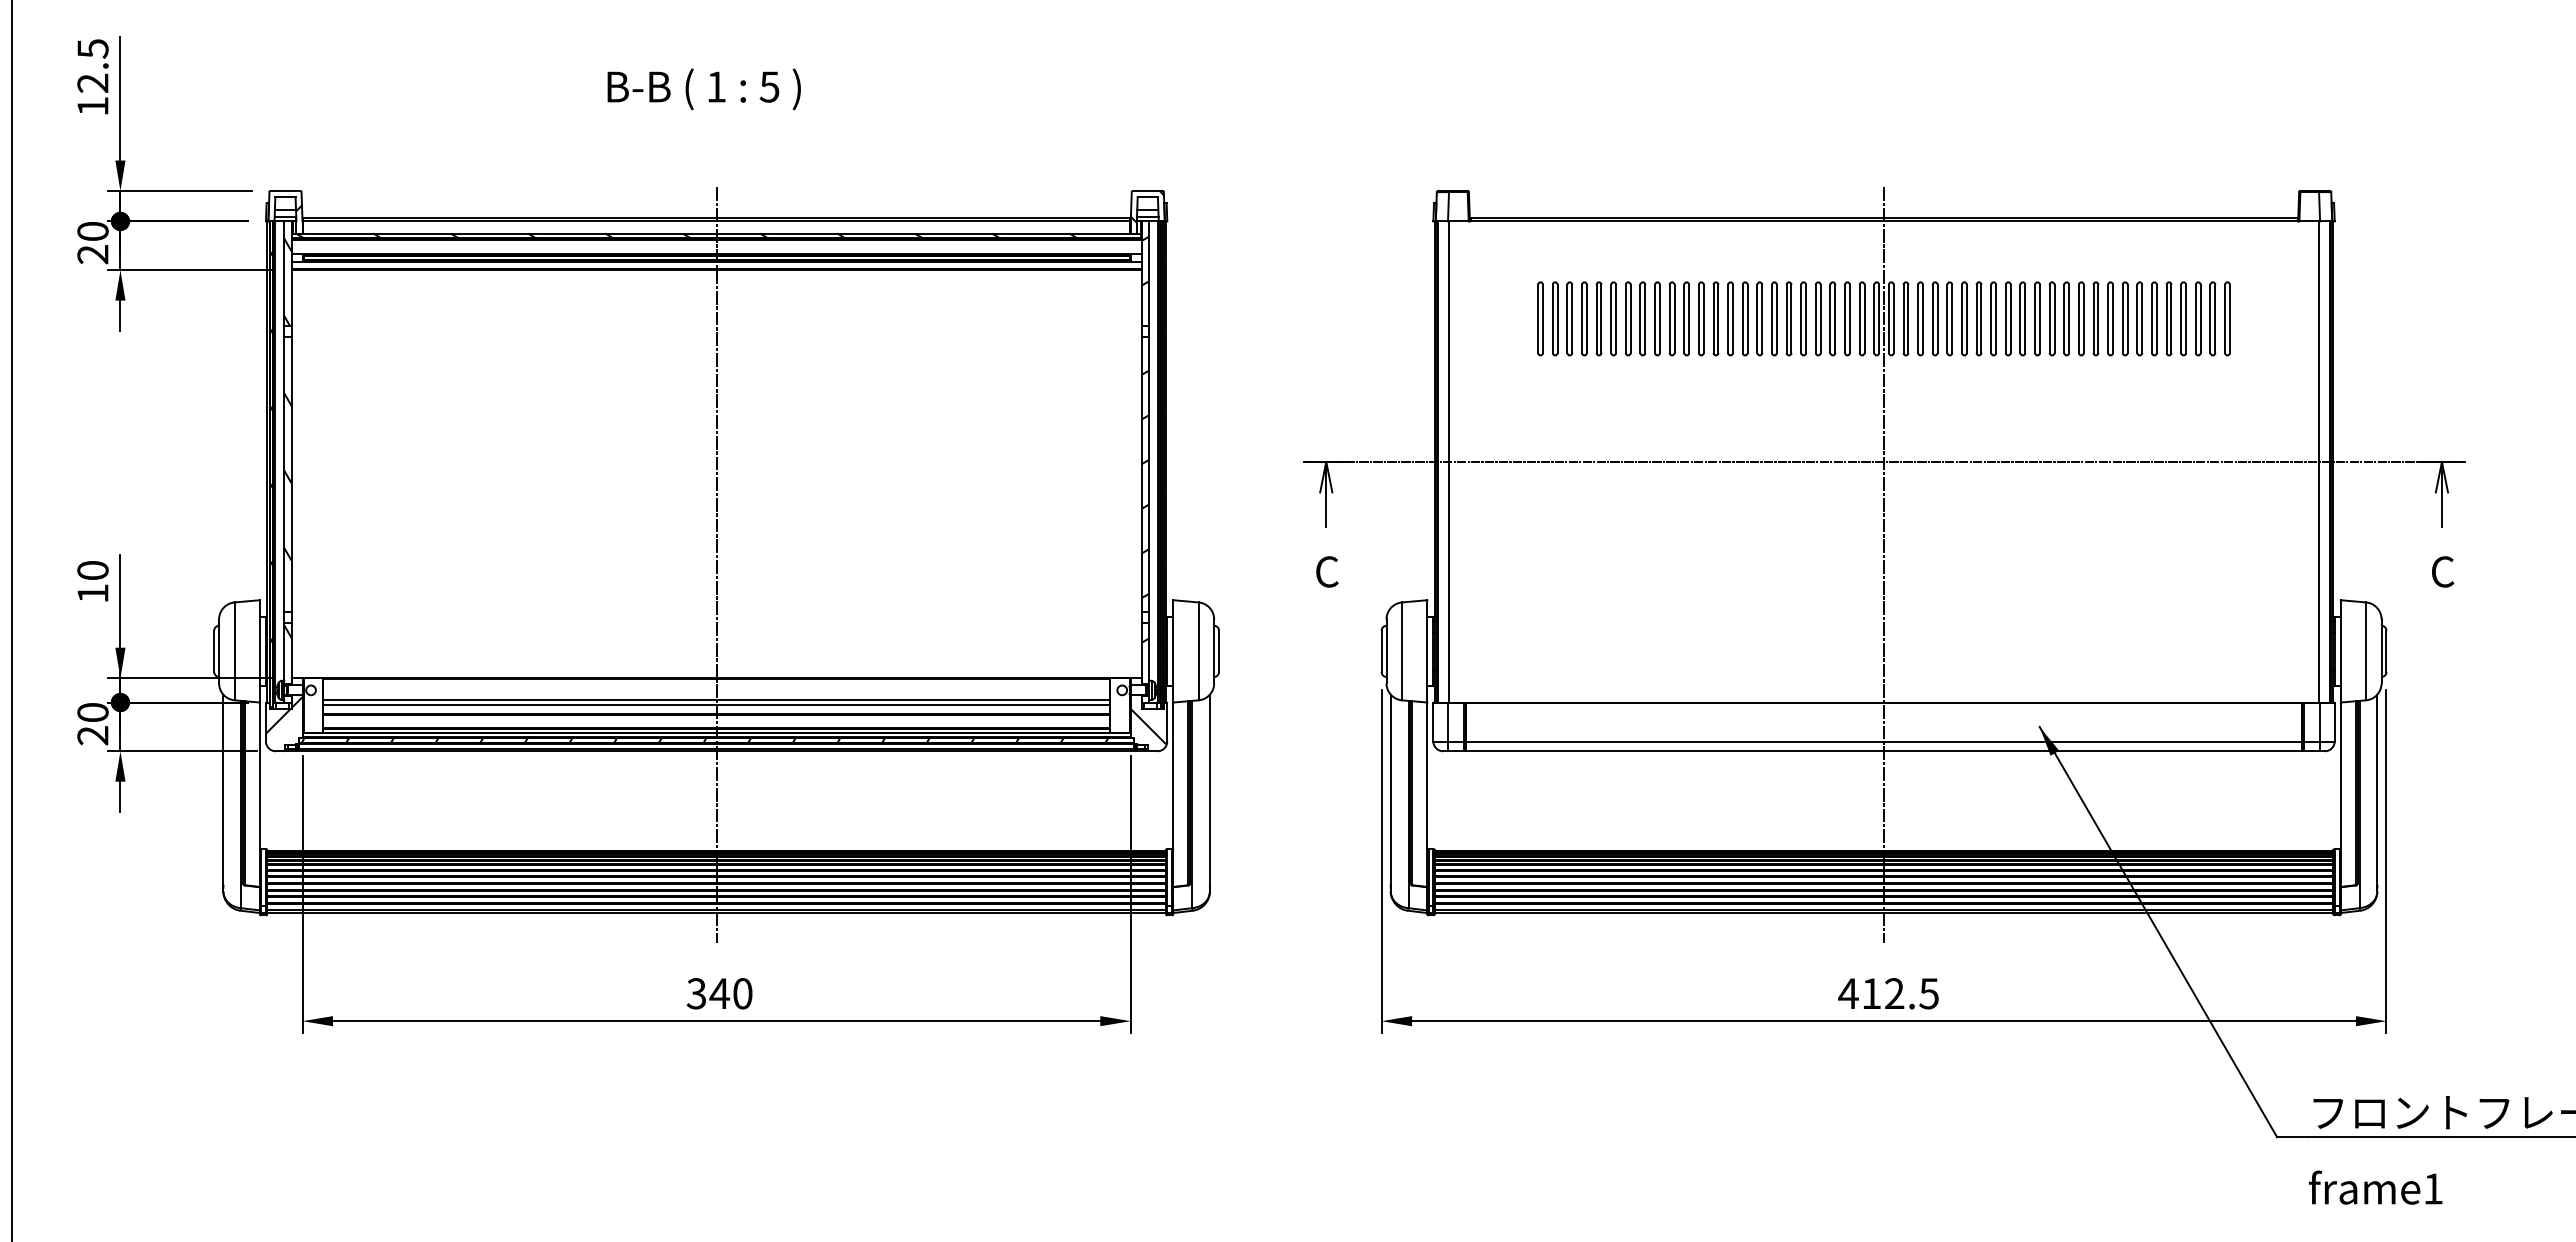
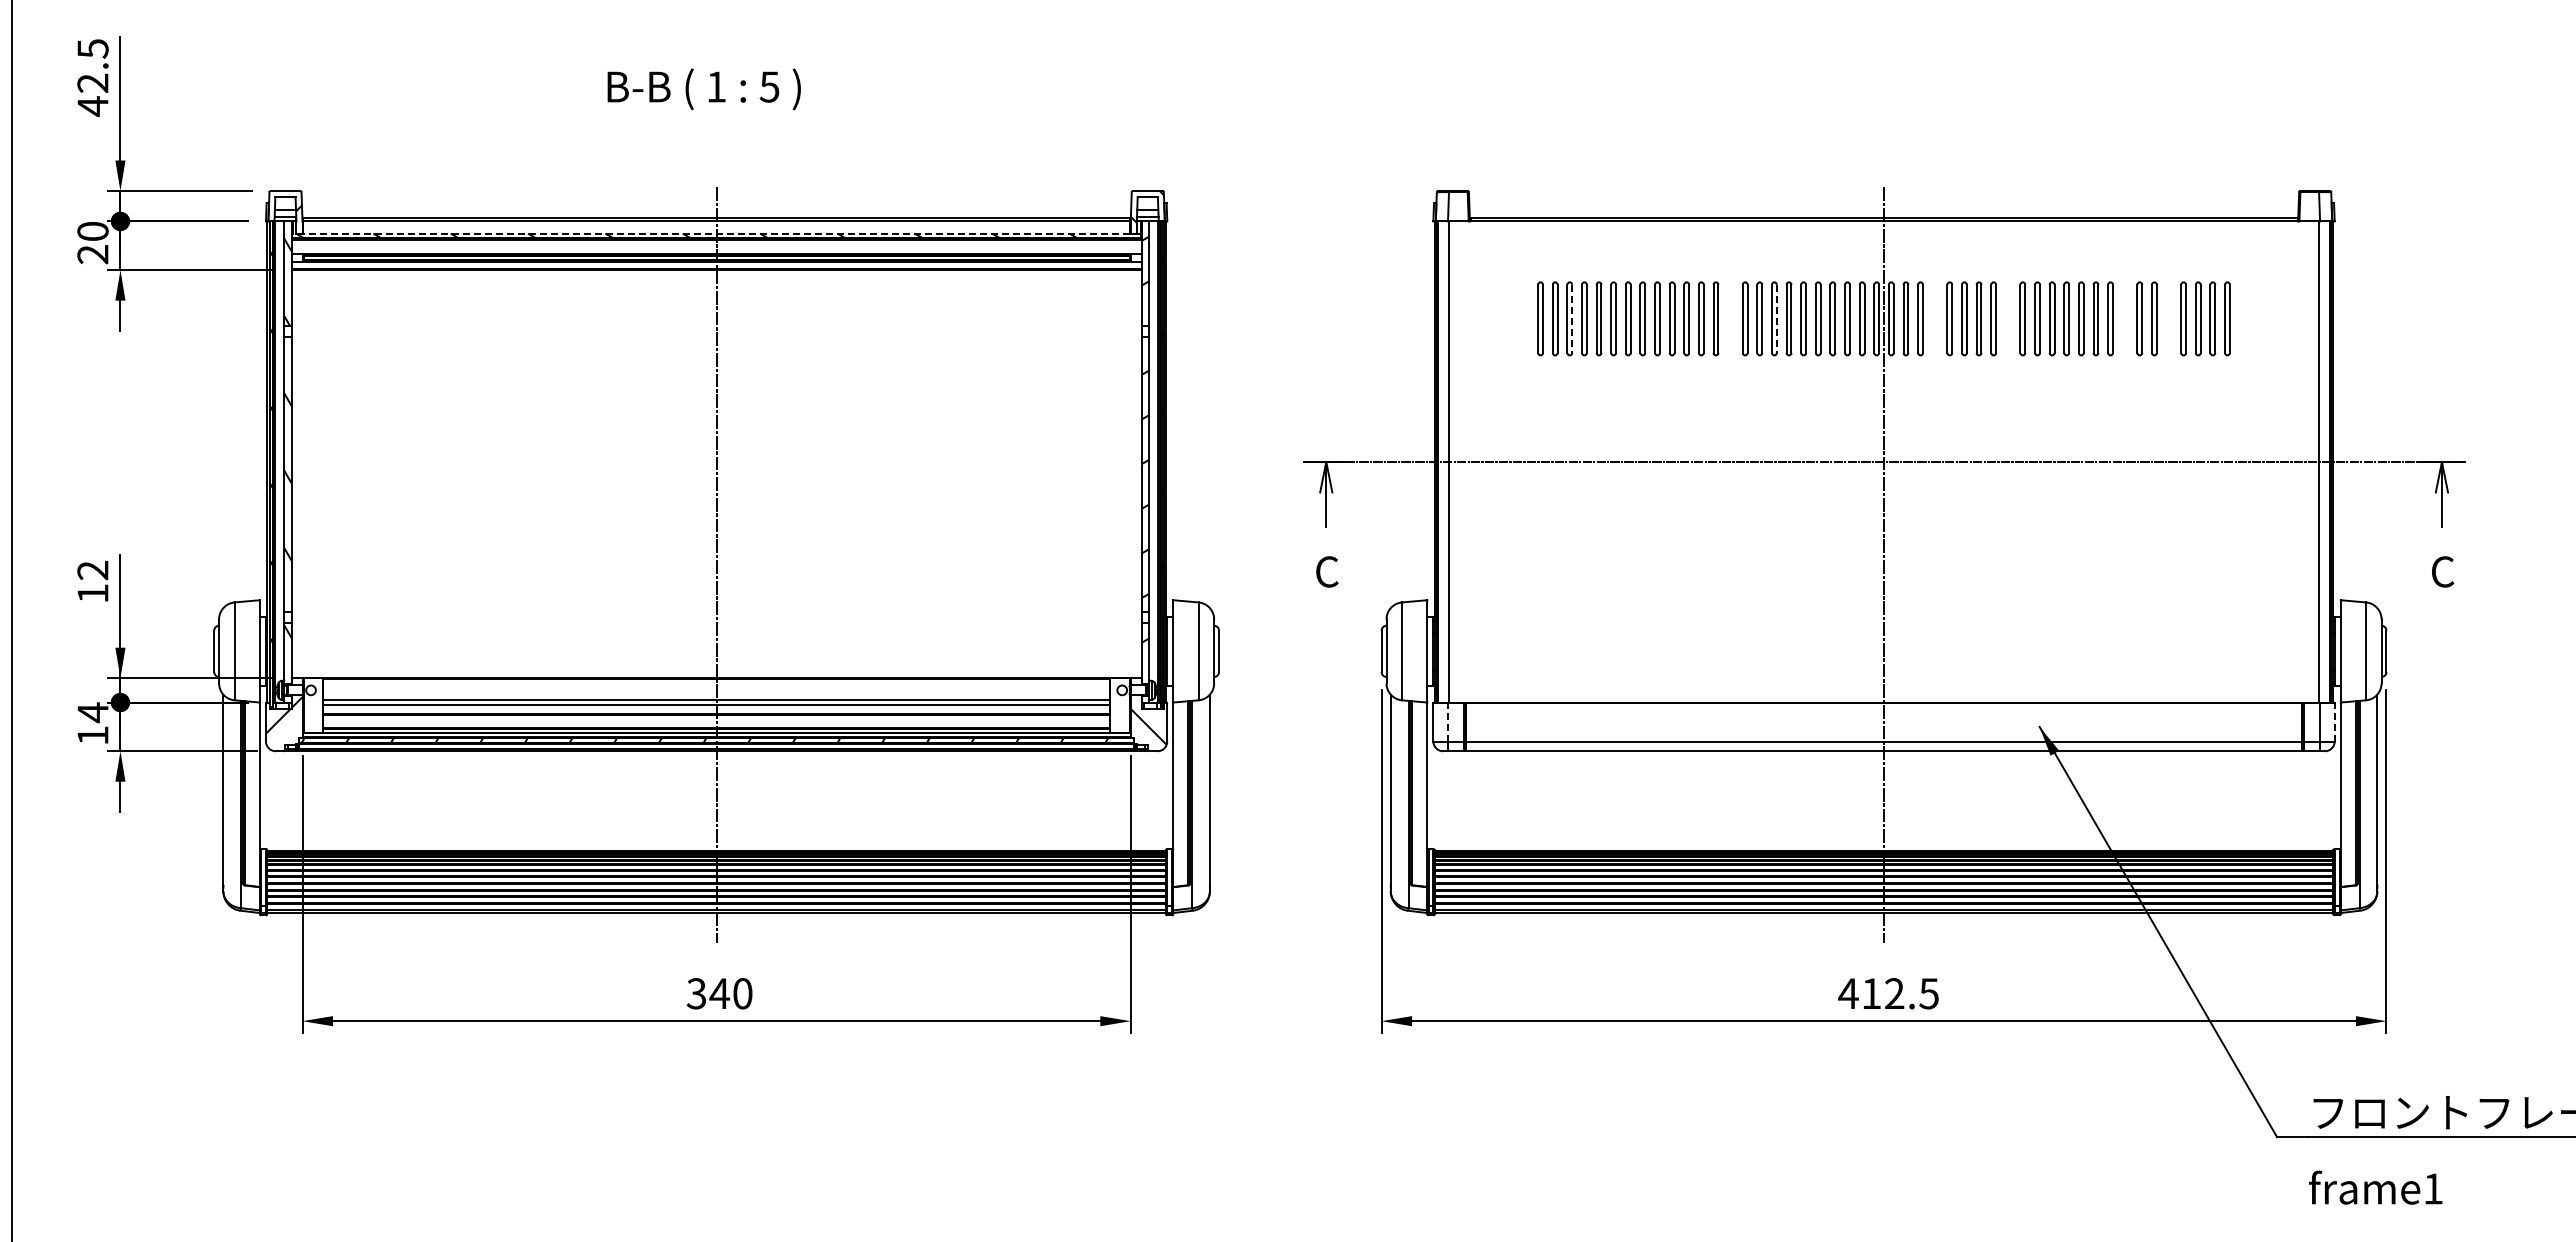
text at (92, 106): 12.5 -> 42.5
line at (716, 233): solid -> dashed
part at (1730, 318): present -> none
part at (1935, 318): present -> none
part at (2008, 318): present -> none
part at (2125, 318): present -> none
part at (2168, 318): present -> none
line at (1572, 319): solid -> dashed
line at (1776, 319): solid -> dashed
text at (92, 570): 10 -> 12
line at (1448, 721): solid -> dashed
line at (2334, 721): solid -> dashed
text at (92, 723): 20 -> 14
